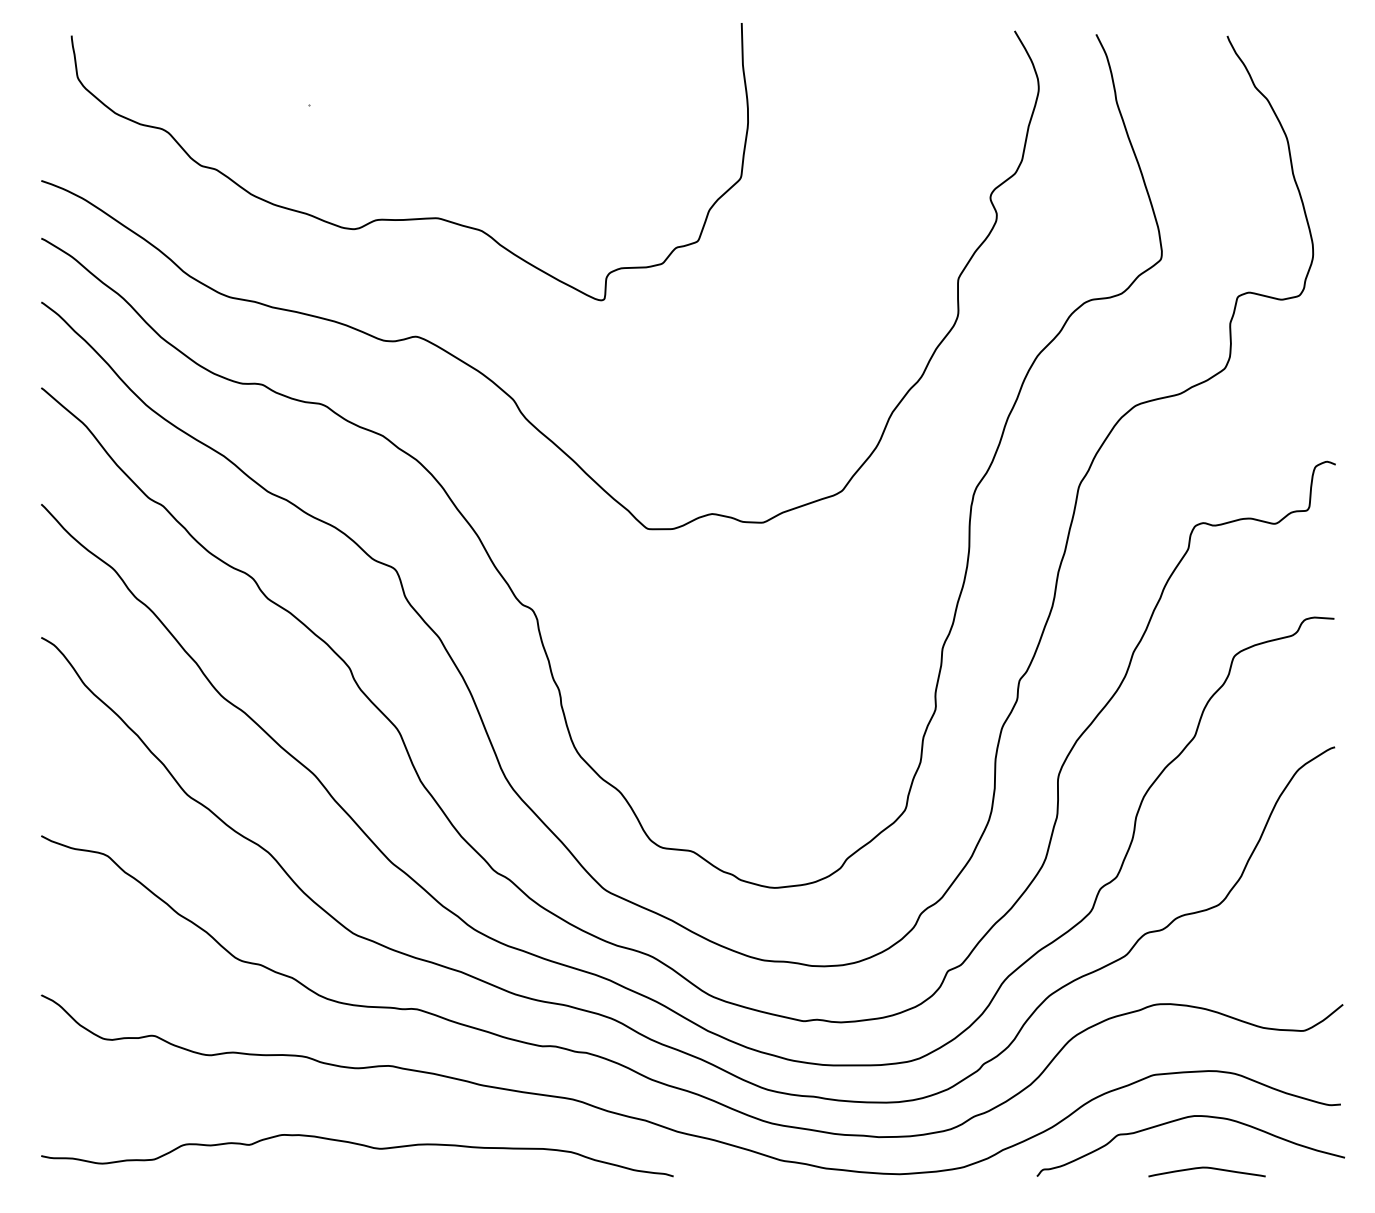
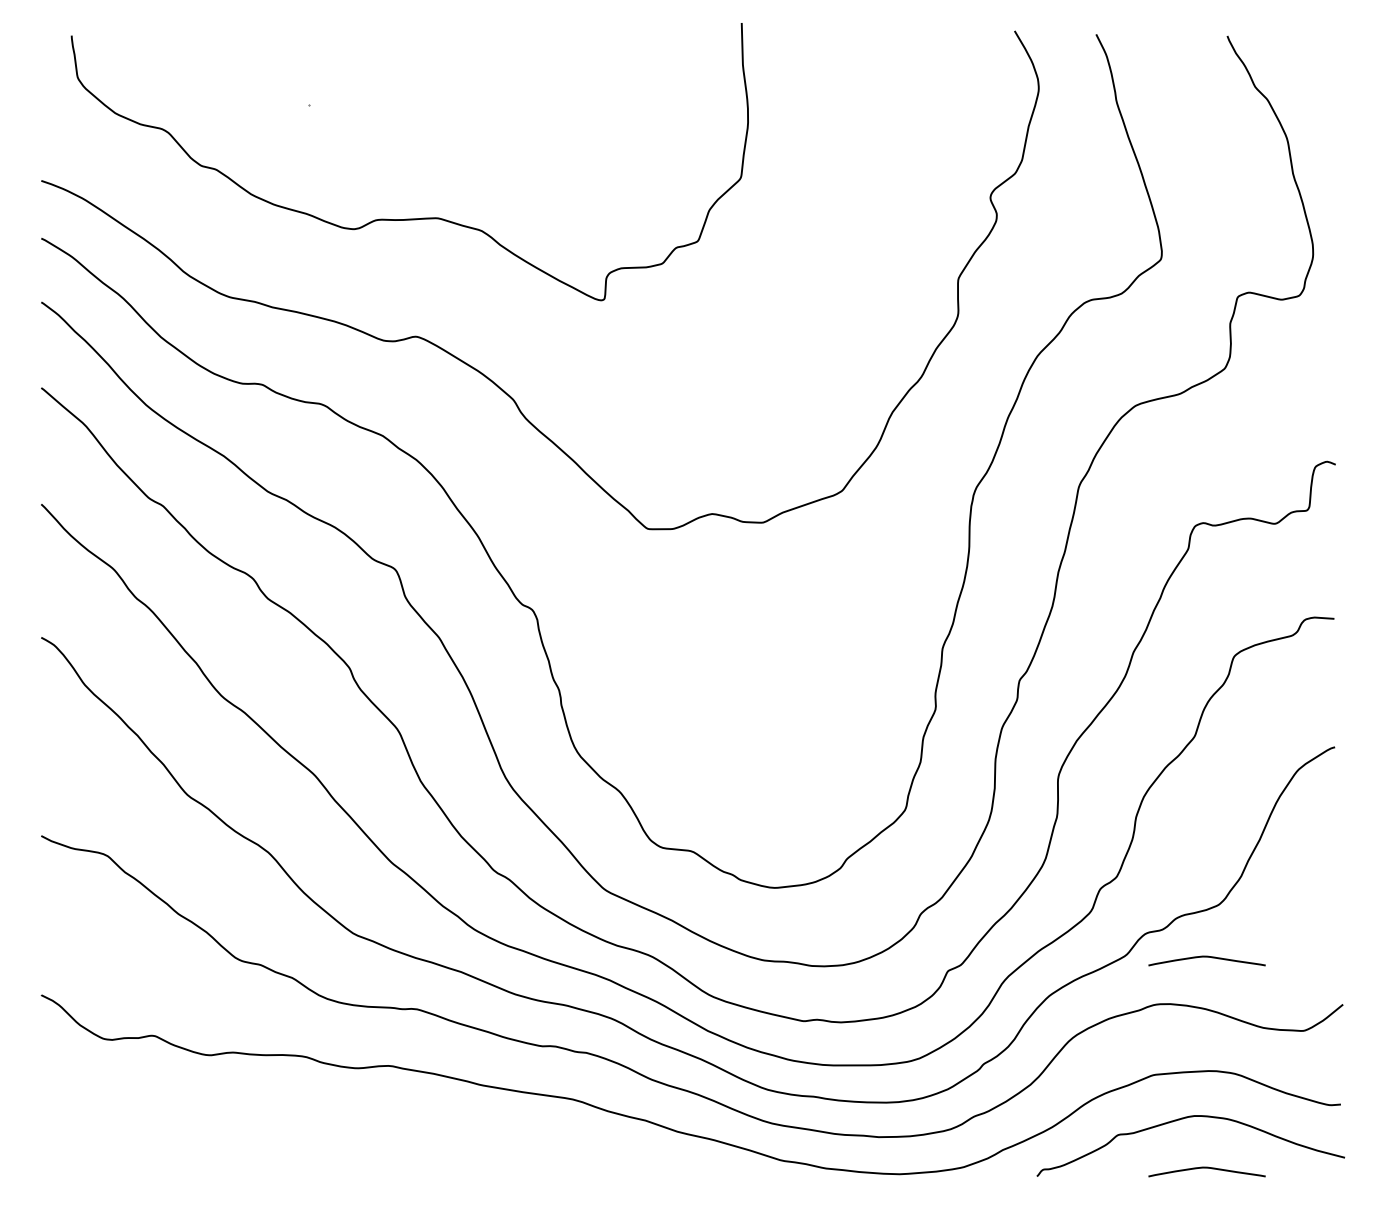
curve at (1206, 957): none -> present
curve at (358, 1145): present -> none
